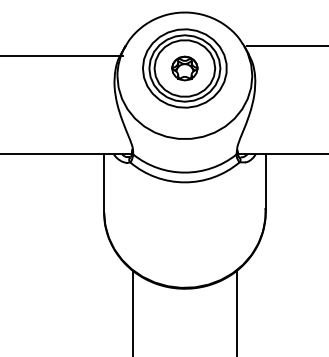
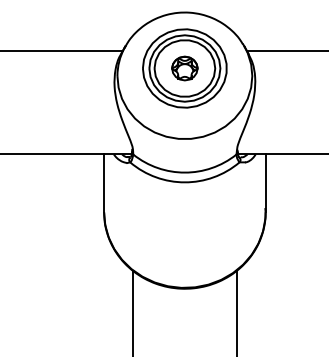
line at (286, 46) position: (286, 46) -> (286, 51)
line at (62, 56) position: (62, 56) -> (62, 51)
